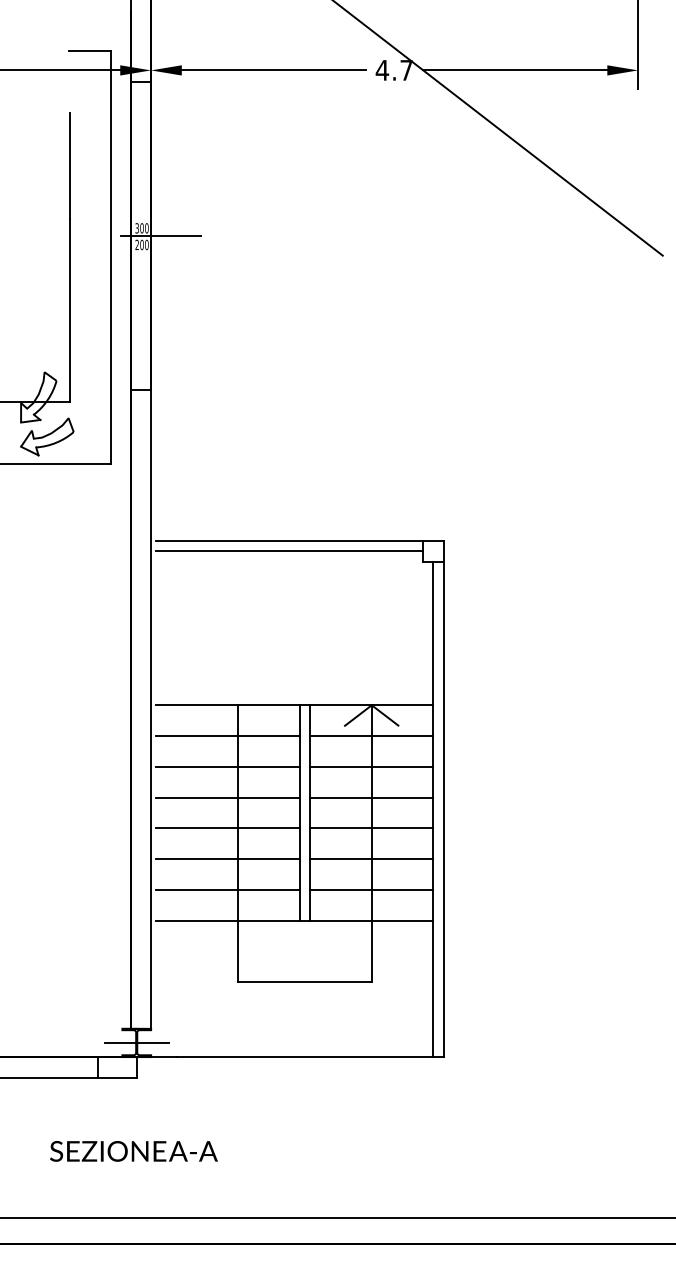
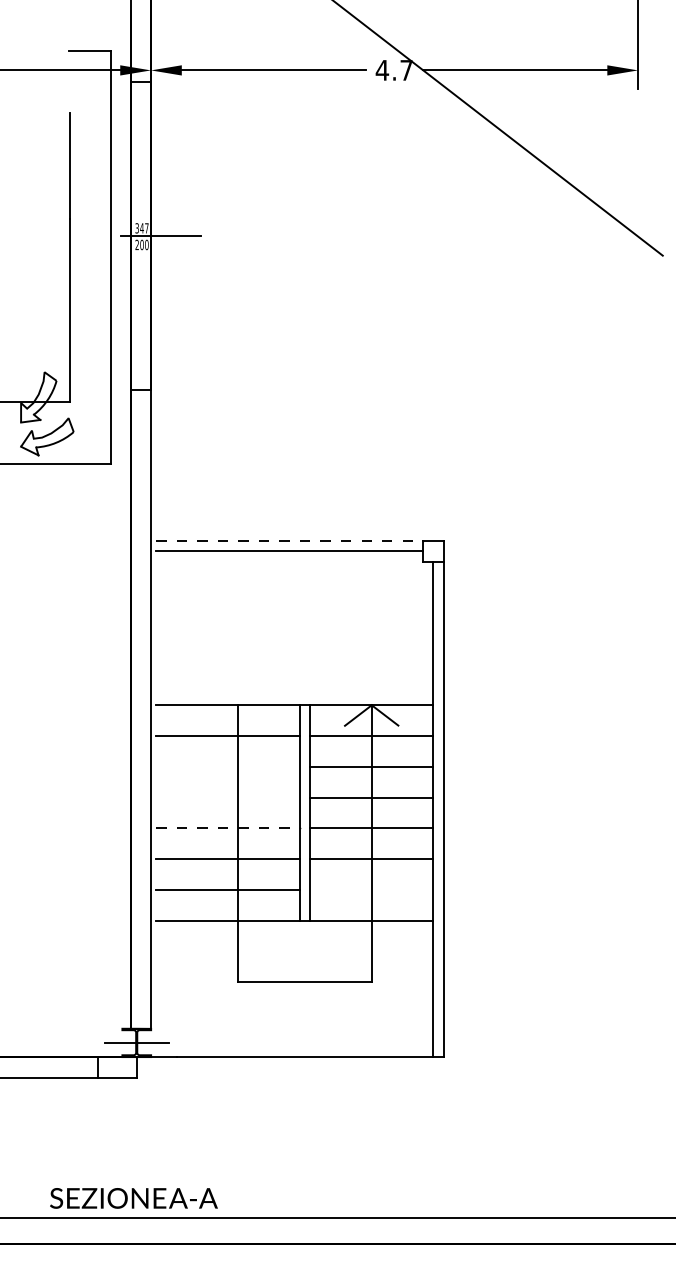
text at (144, 228): 300 -> 347
line at (290, 541): solid -> dashed
line at (227, 766): present -> none
line at (227, 797): present -> none
line at (228, 828): solid -> dashed
line at (371, 890): present -> none
text at (133, 1151) position: (133, 1151) -> (133, 1198)
